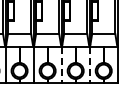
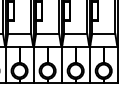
line at (61, 63): dashed -> solid
line at (89, 63): dashed -> solid
